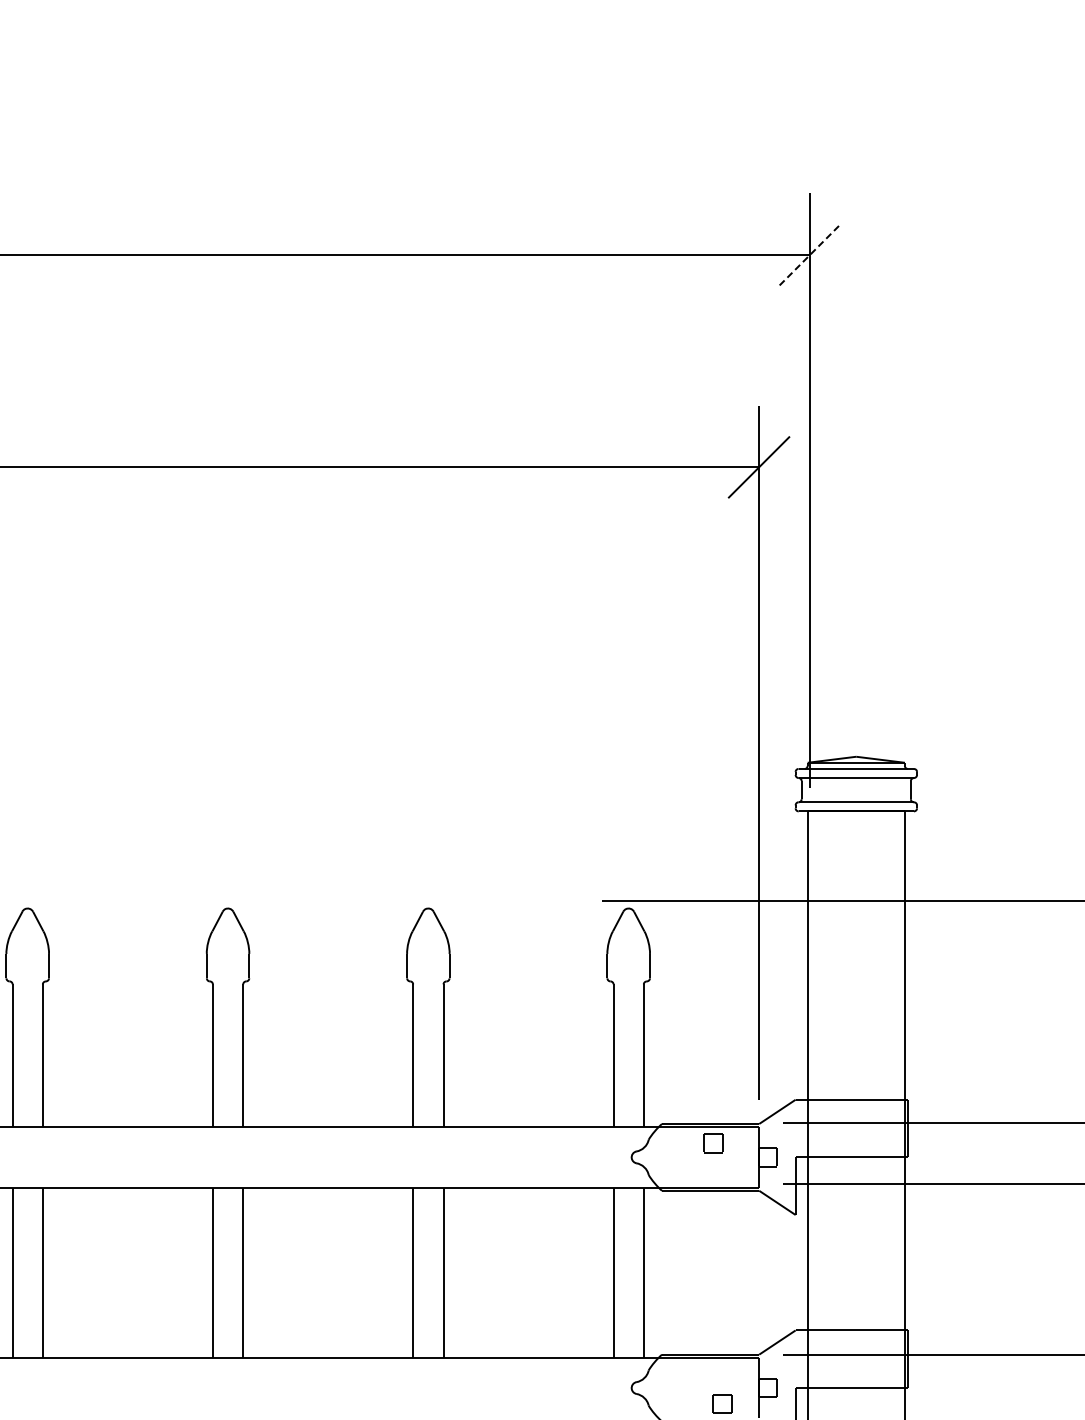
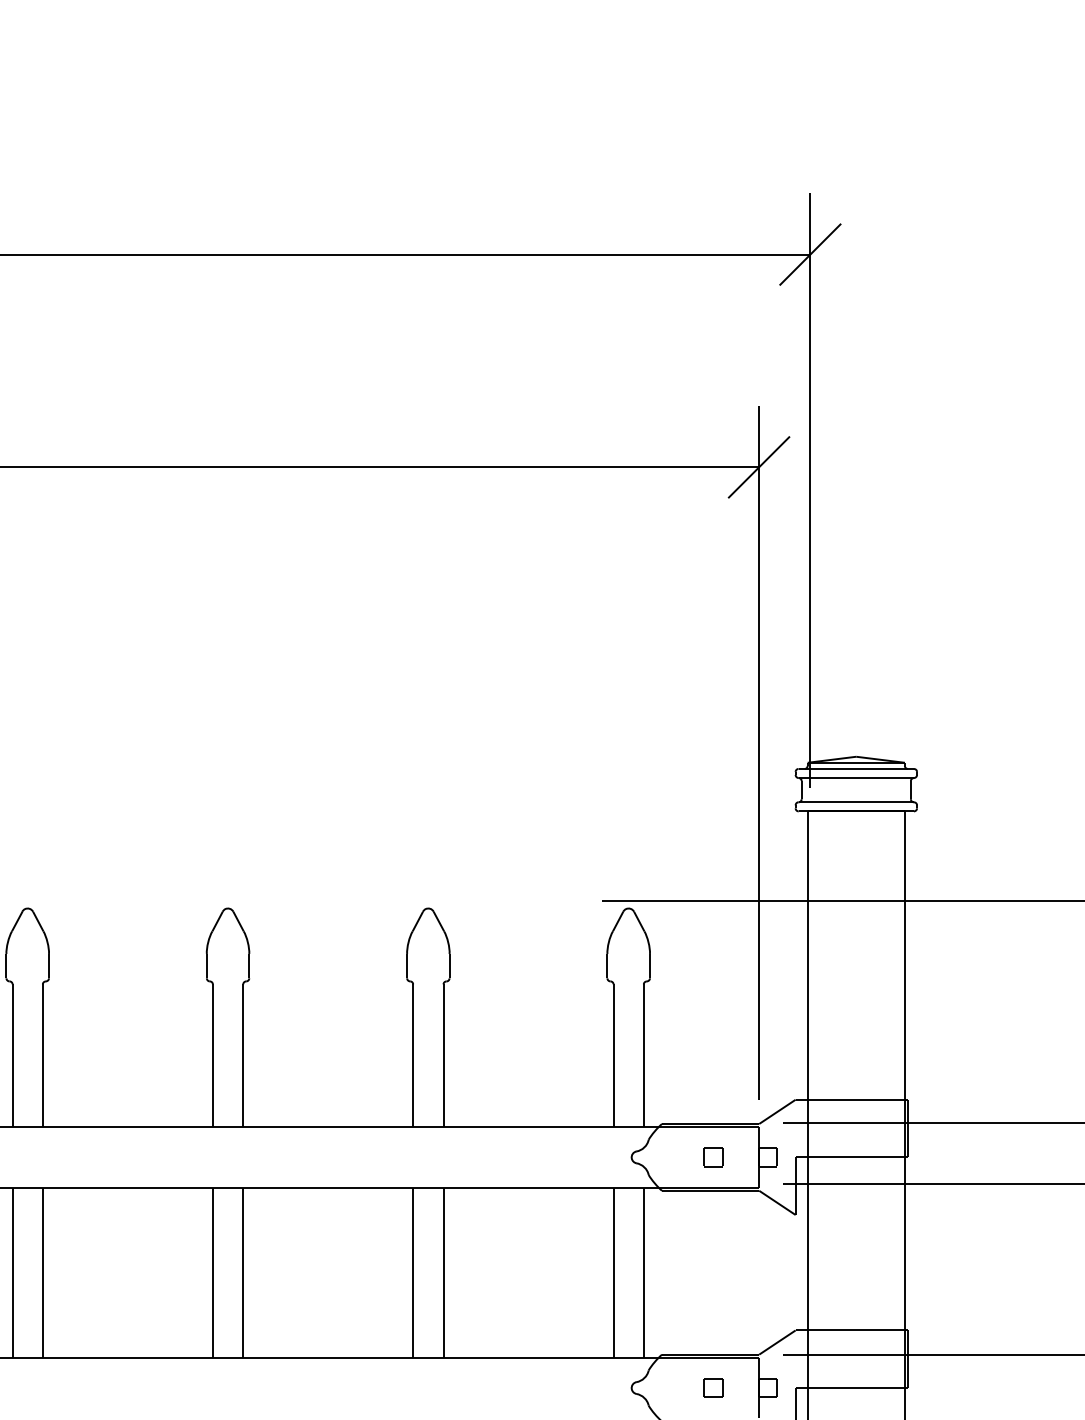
line at (810, 254): dashed -> solid
part at (713, 1143) position: (713, 1143) -> (713, 1157)
part at (722, 1403) position: (722, 1403) -> (713, 1387)
